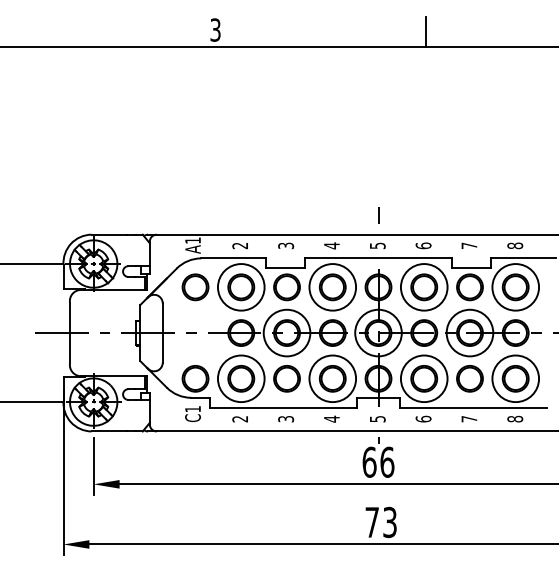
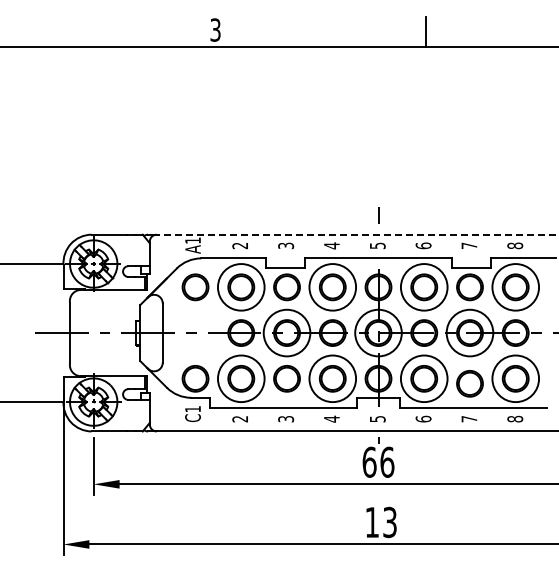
line at (357, 234): solid -> dashed
circle at (469, 378) position: (469, 378) -> (469, 383)
text at (371, 522): 73 -> 13
